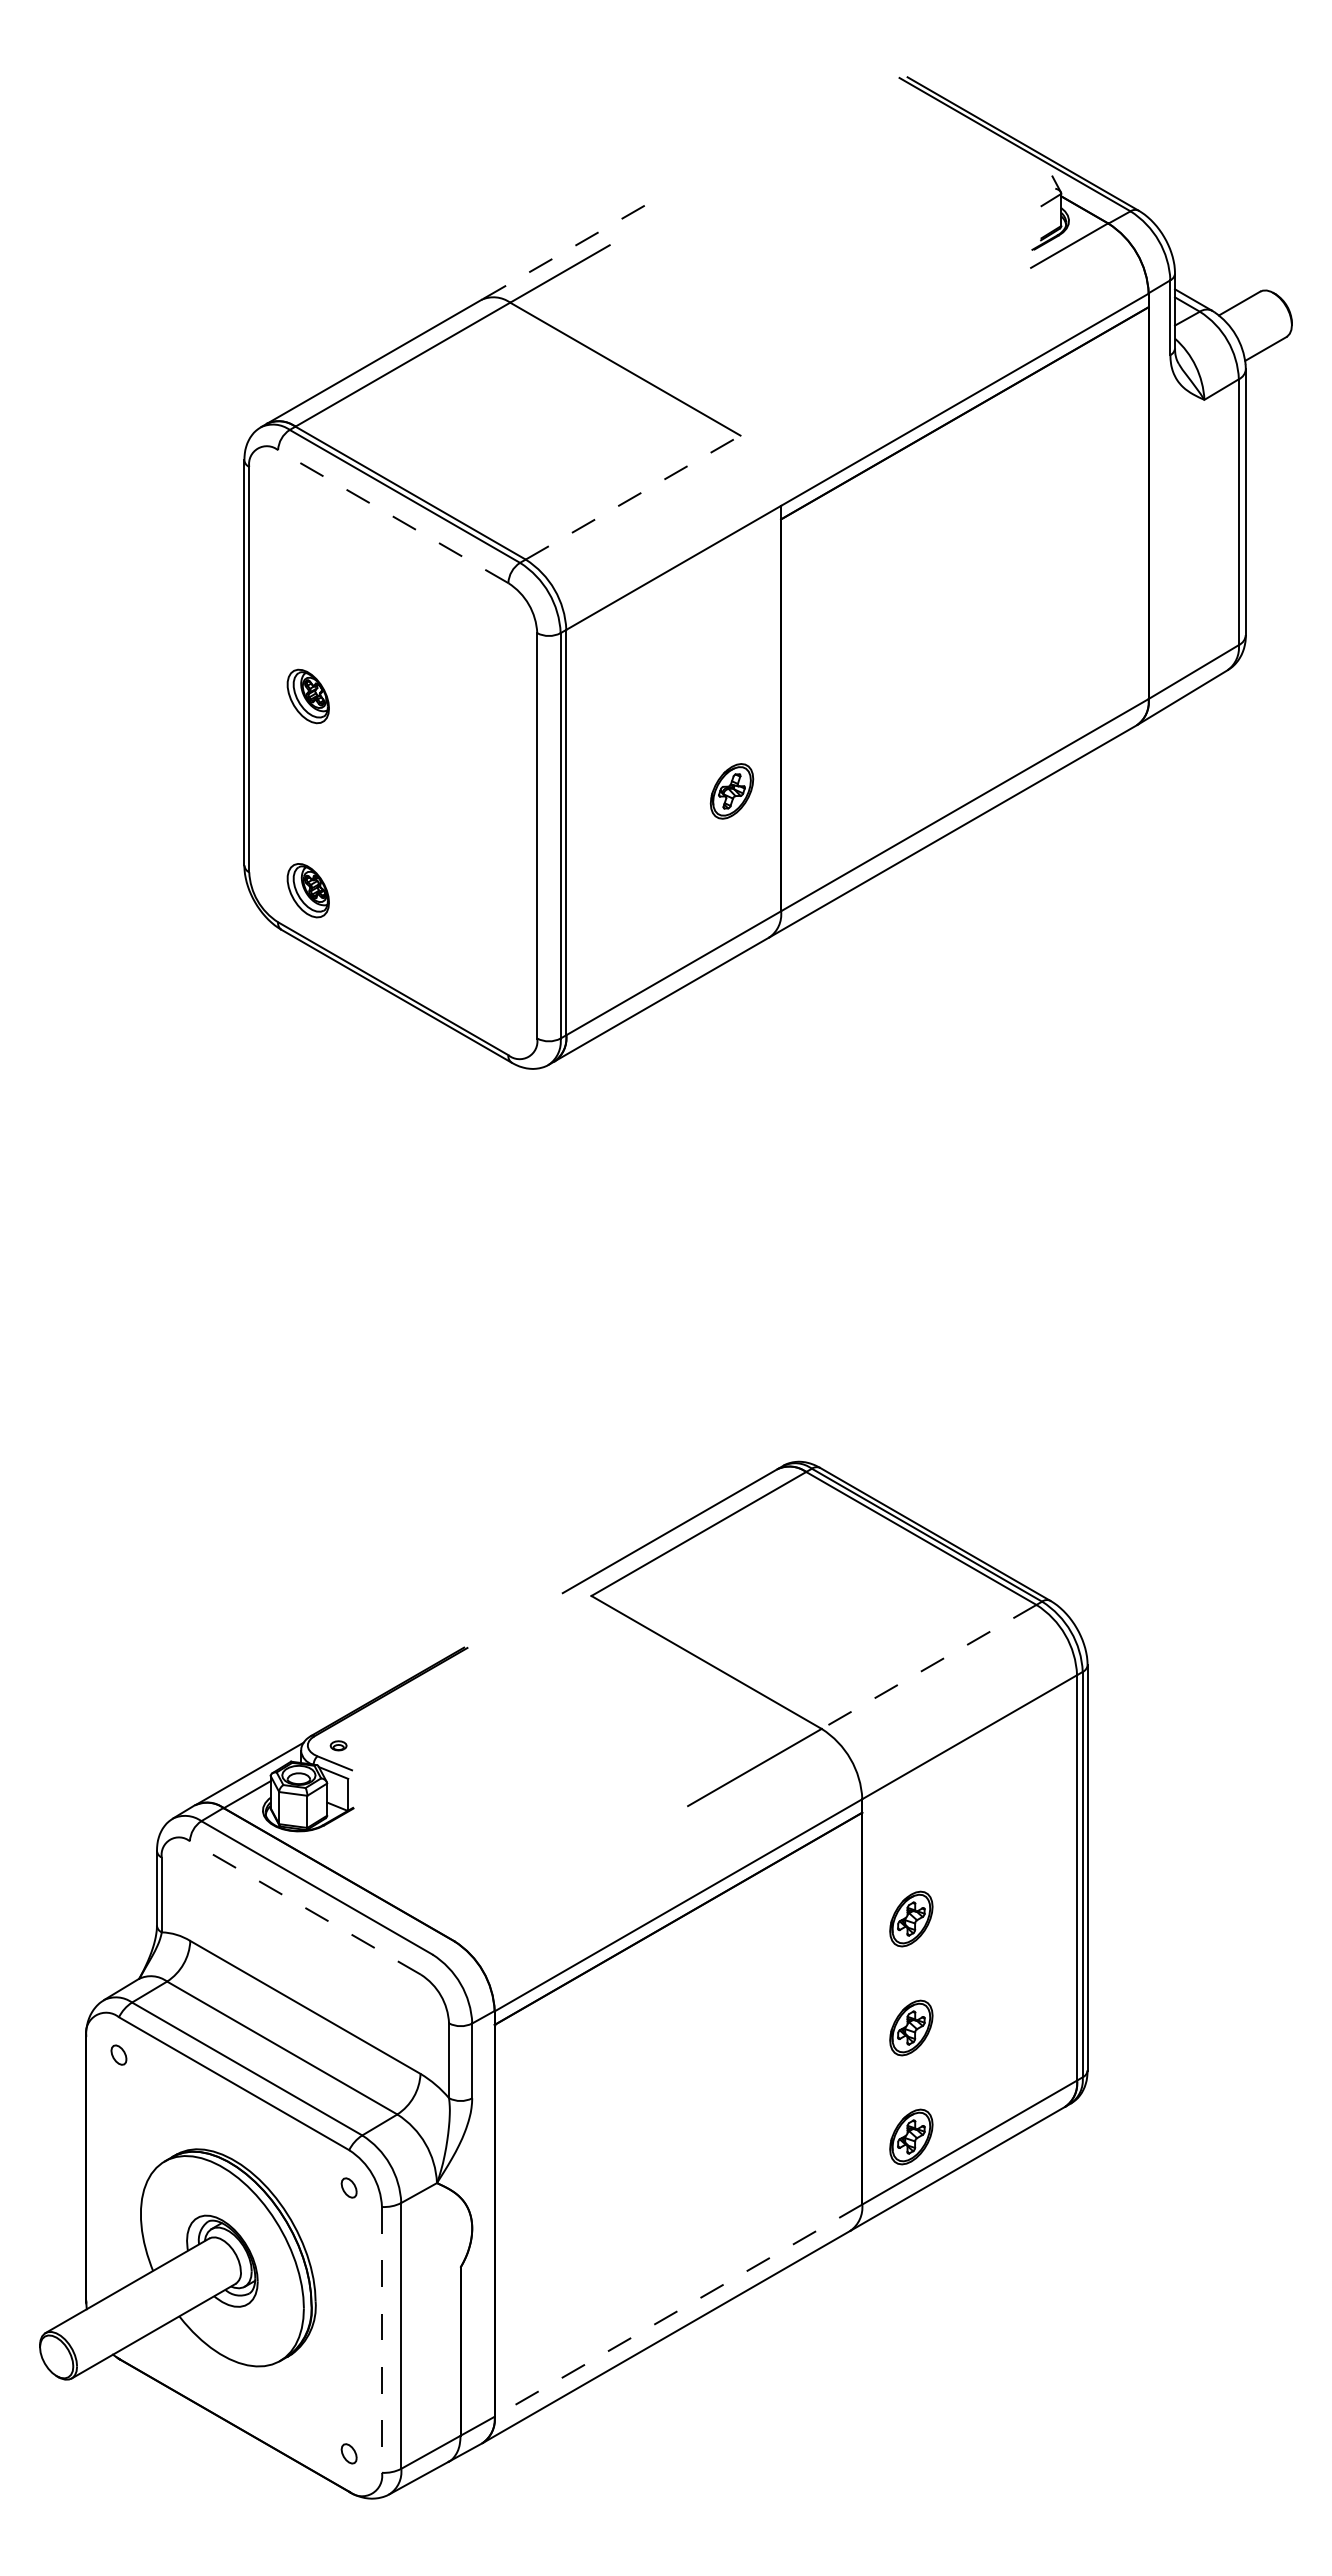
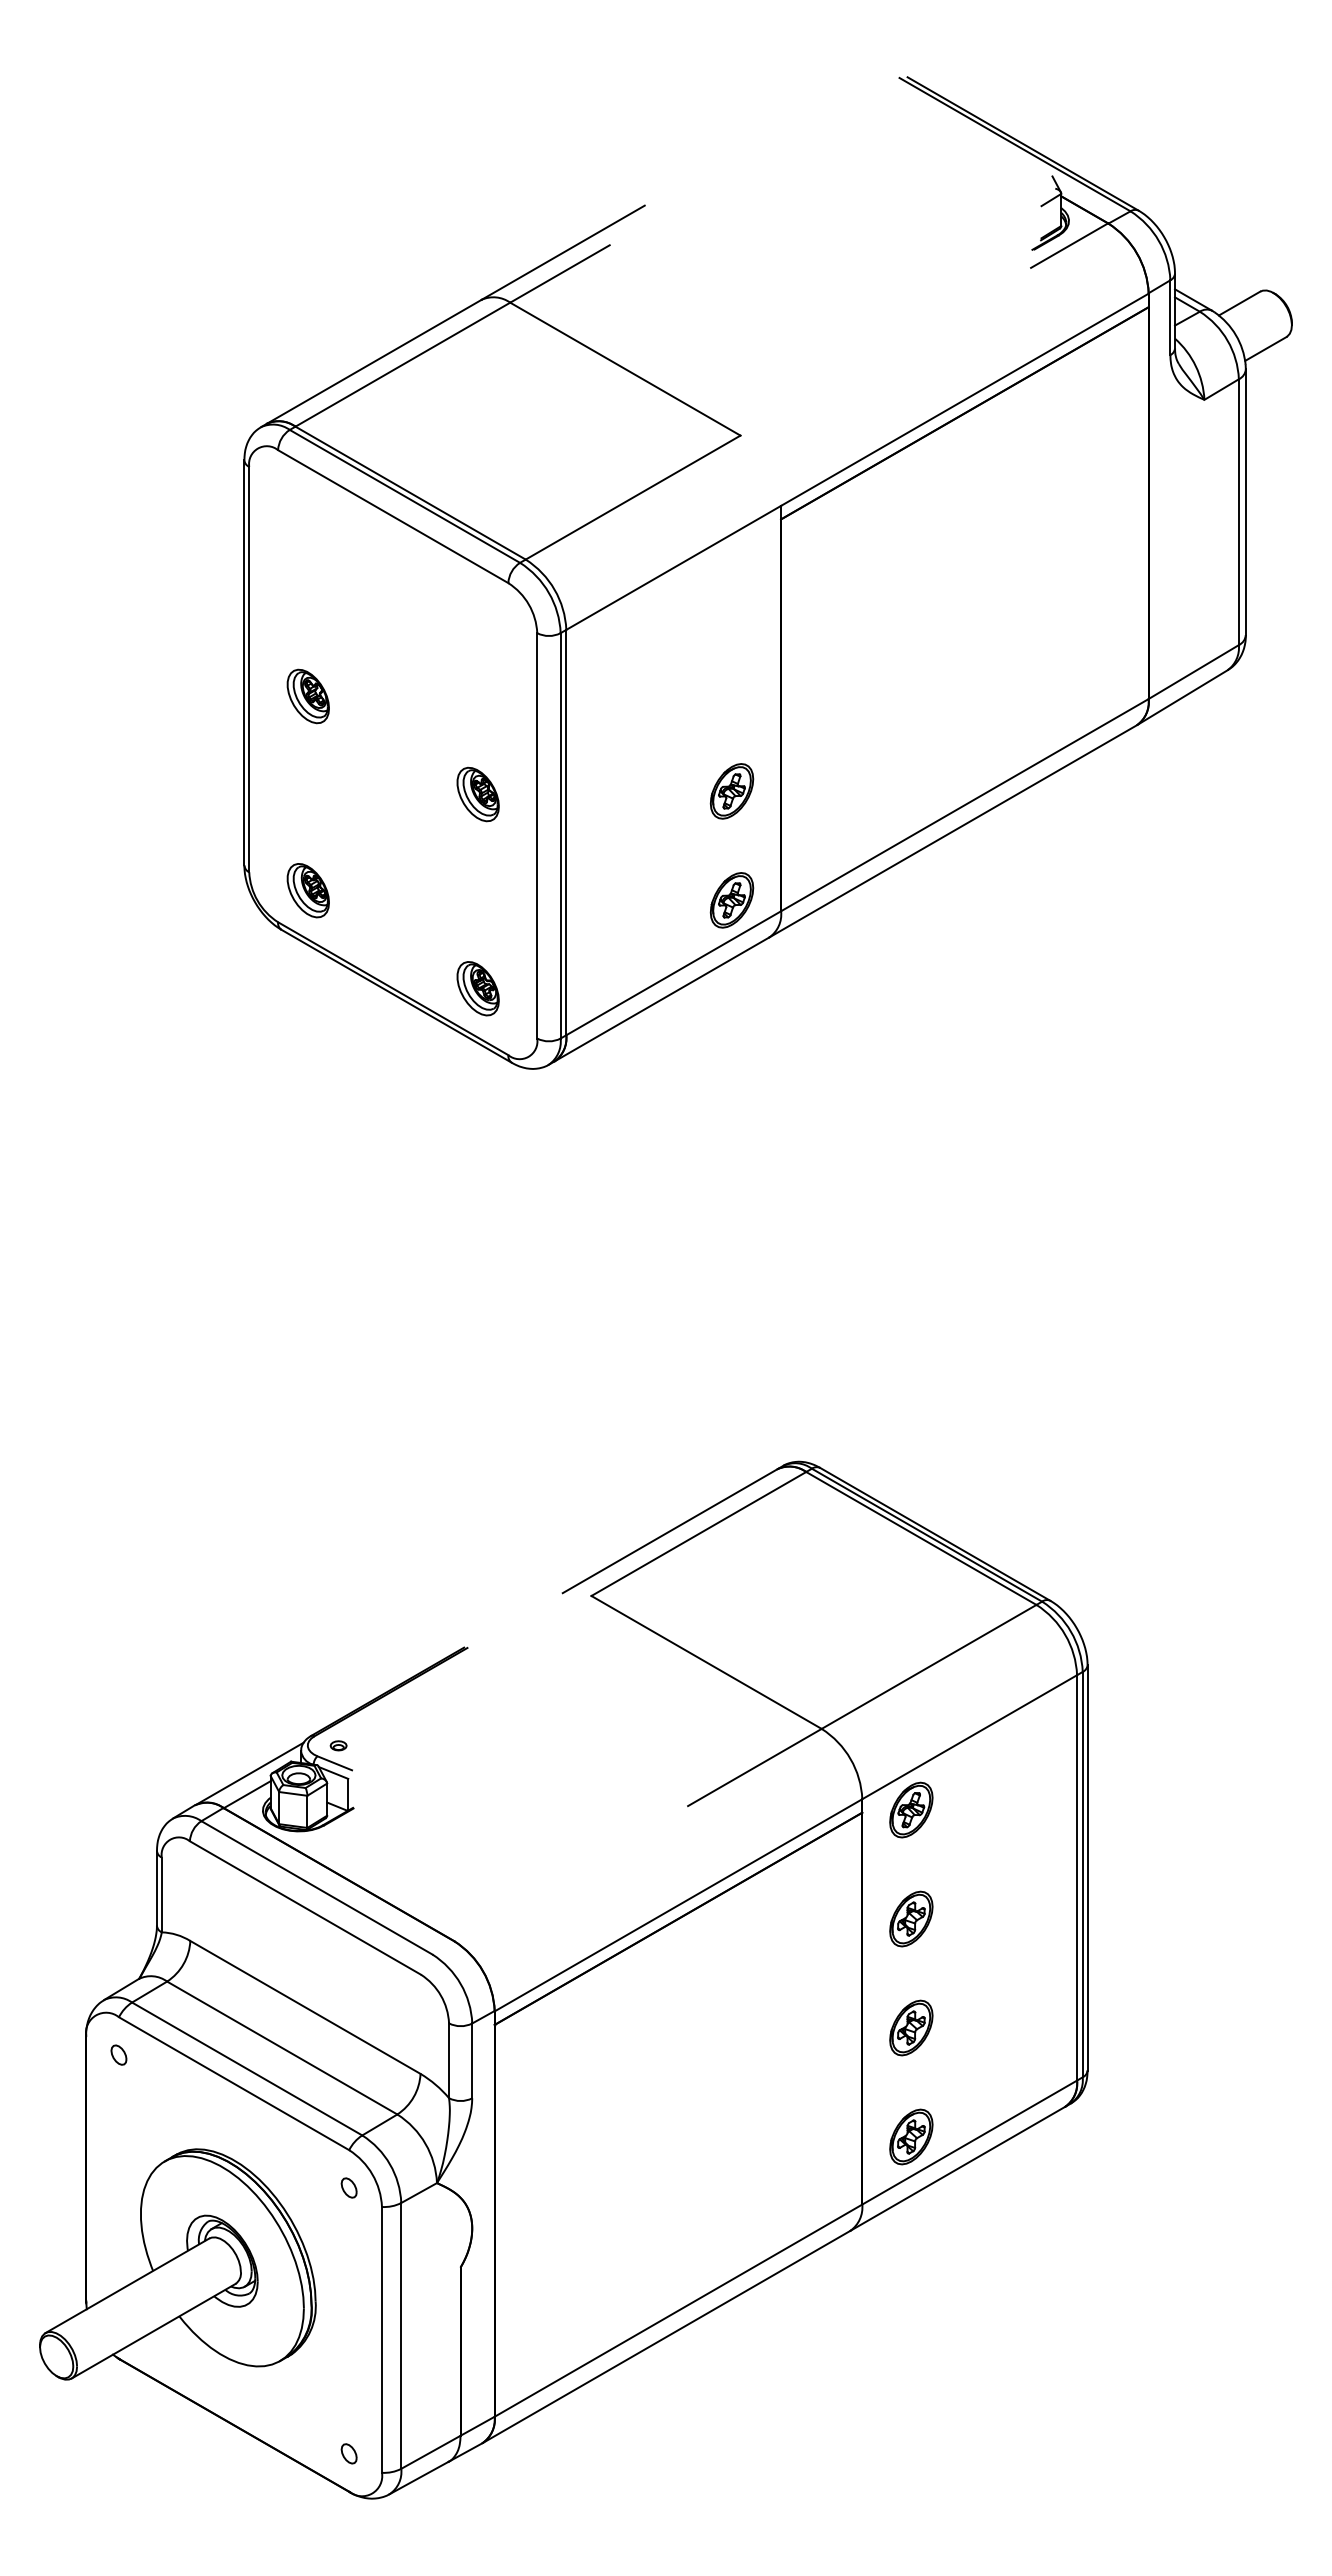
line at (562, 253): dashed -> solid
line at (633, 497): dashed -> solid
line at (393, 516): dashed -> solid
part at (477, 794): none -> present
part at (731, 900): none -> present
part at (477, 988): none -> present
line at (929, 1666): dashed -> solid
part at (911, 1809): none -> present
line at (305, 1907): dashed -> solid
line at (678, 2310): dashed -> solid
line at (381, 2339): dashed -> solid
